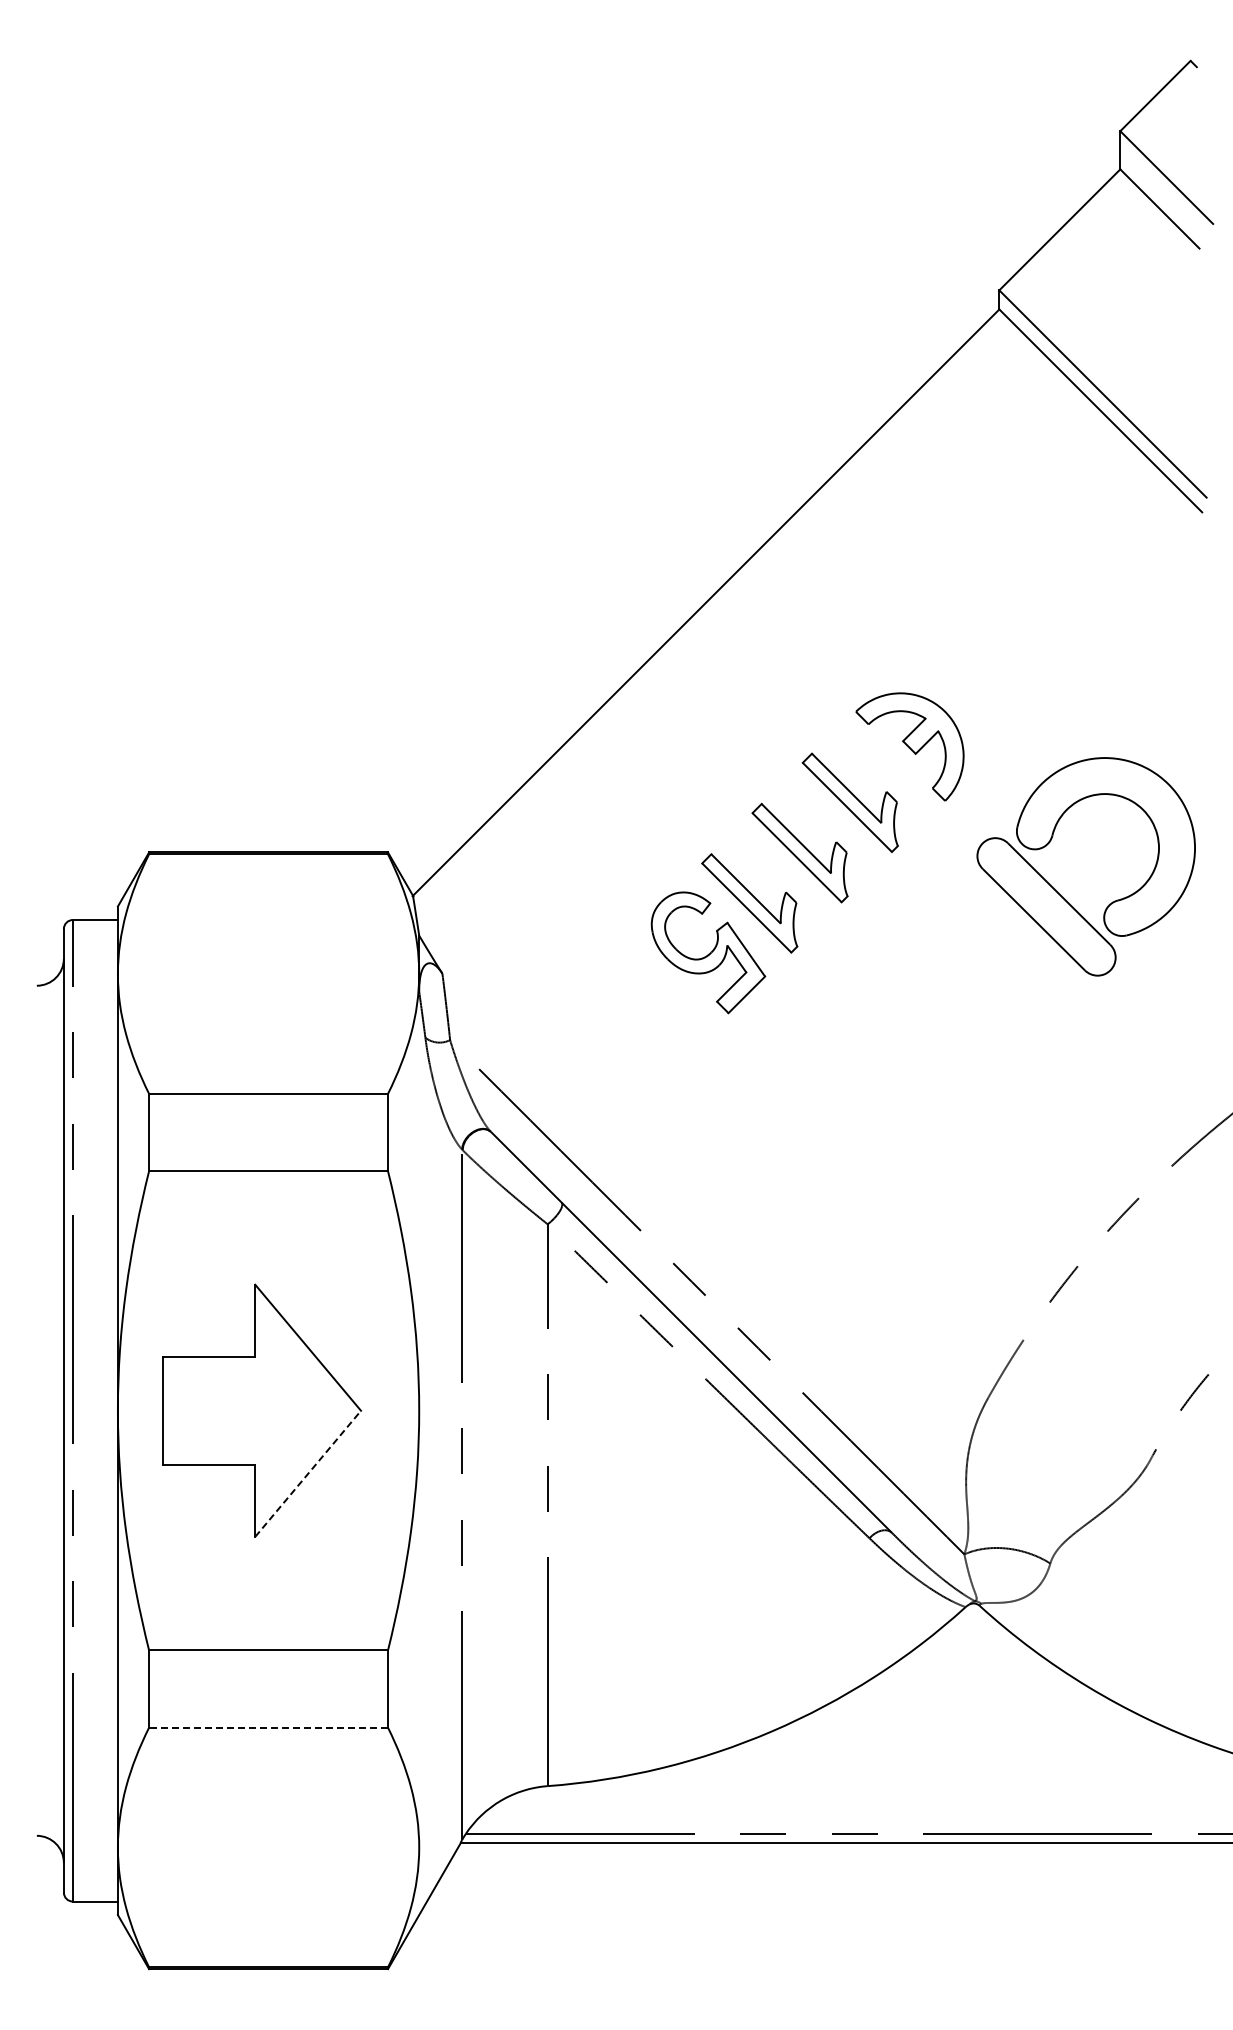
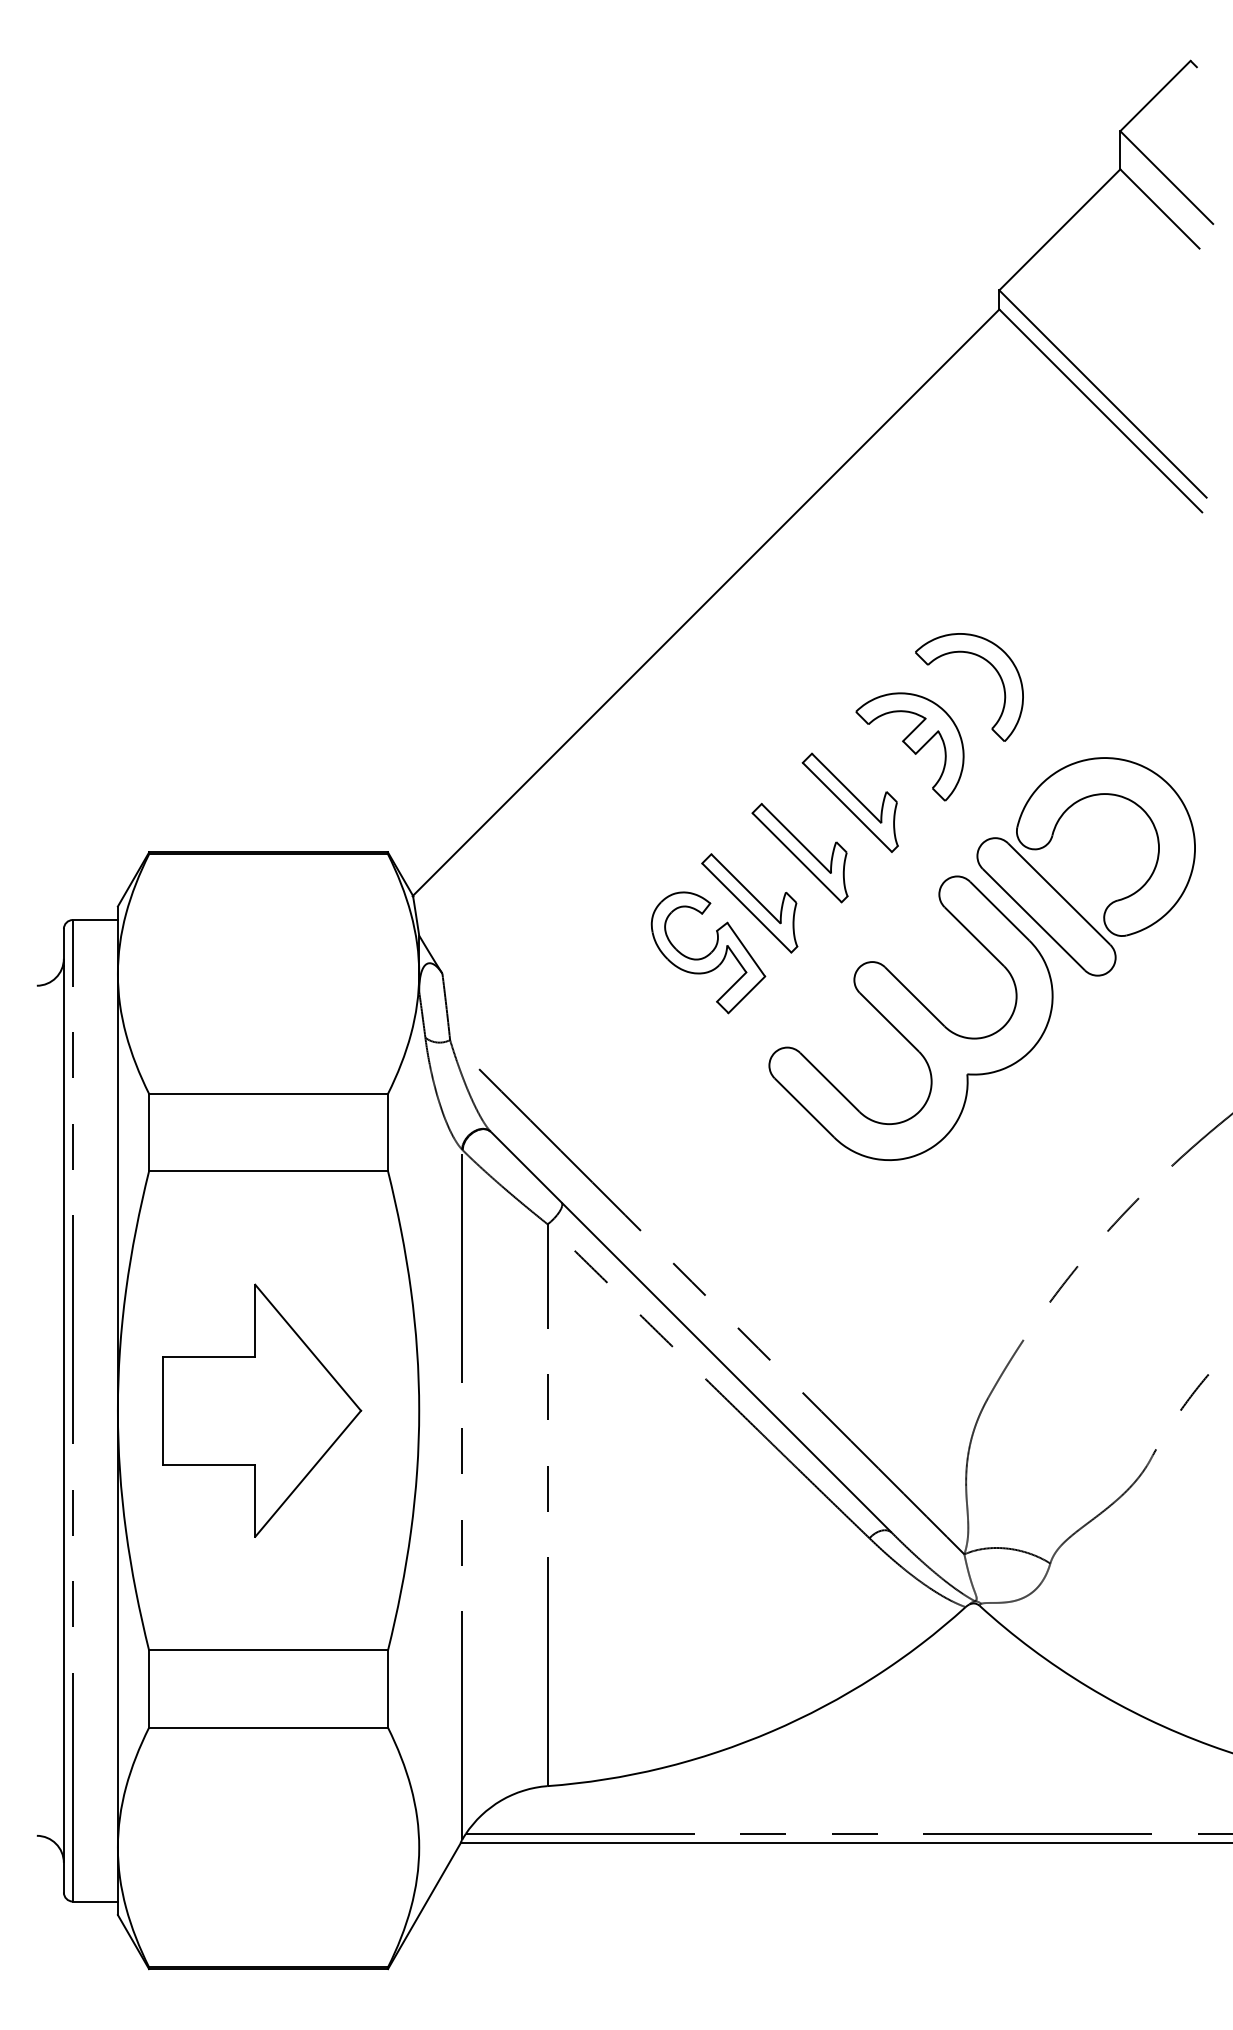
part at (988, 663): none -> present
part at (910, 1017): none -> present
line at (308, 1473): dashed -> solid
line at (268, 1727): dashed -> solid
